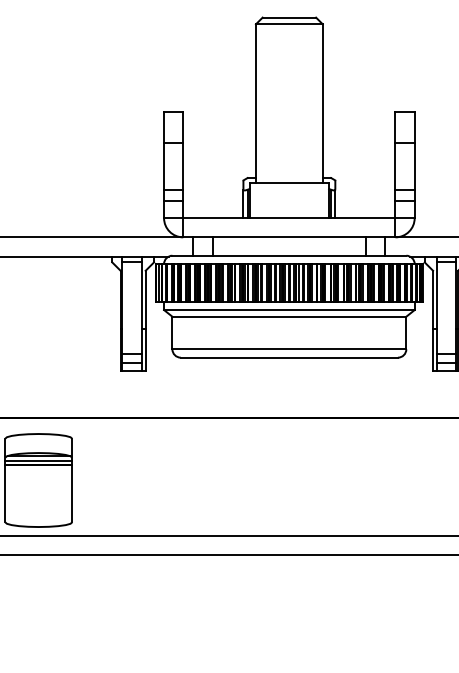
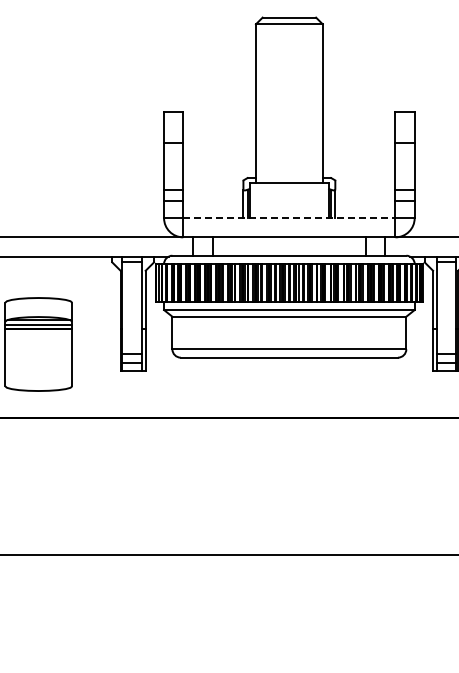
line at (289, 218): solid -> dashed
part at (38, 480) position: (38, 480) -> (38, 344)
line at (228, 536): present -> none
